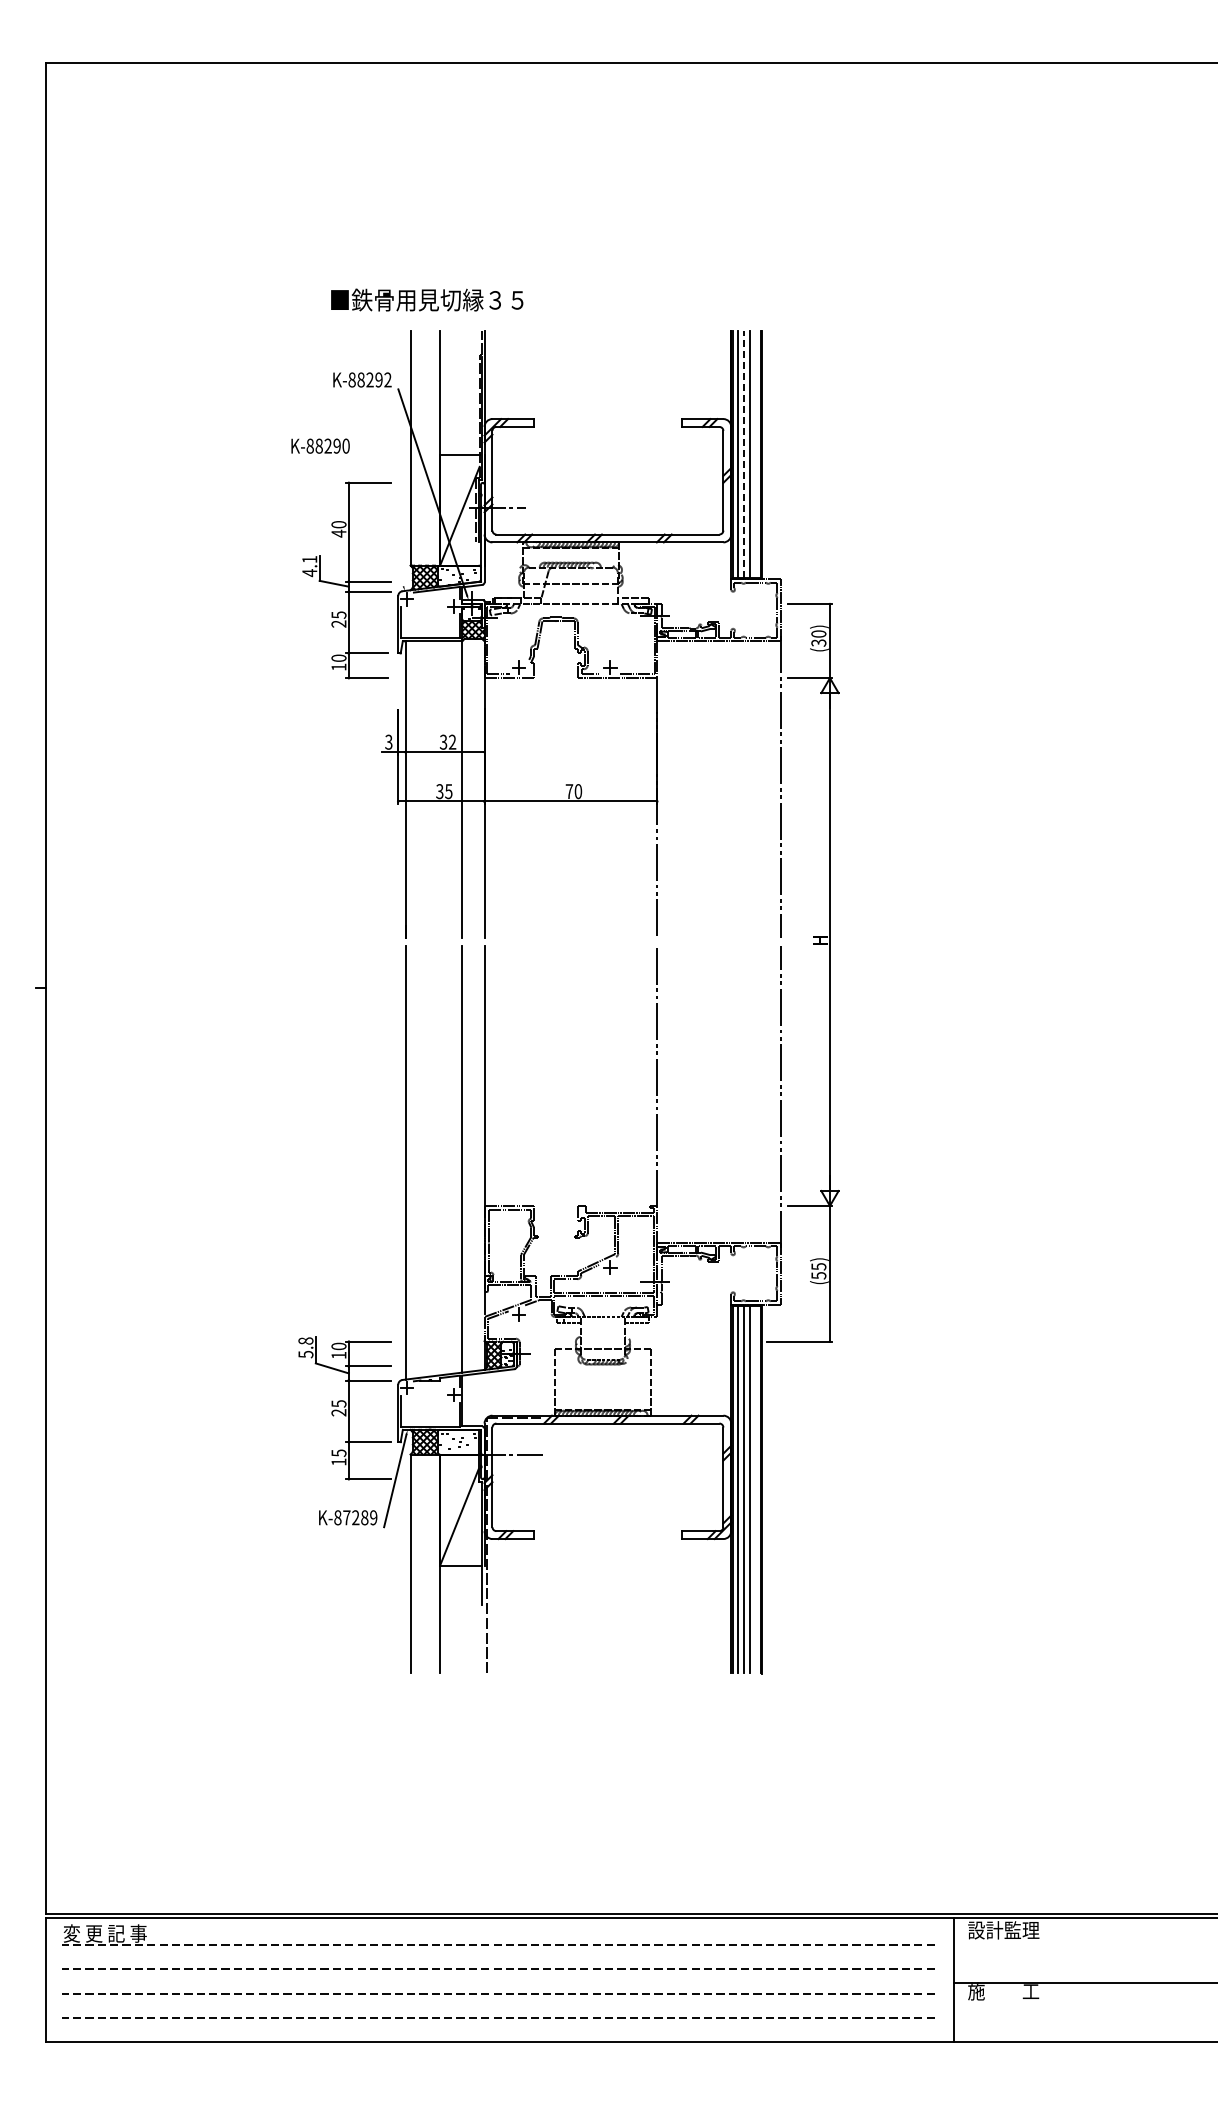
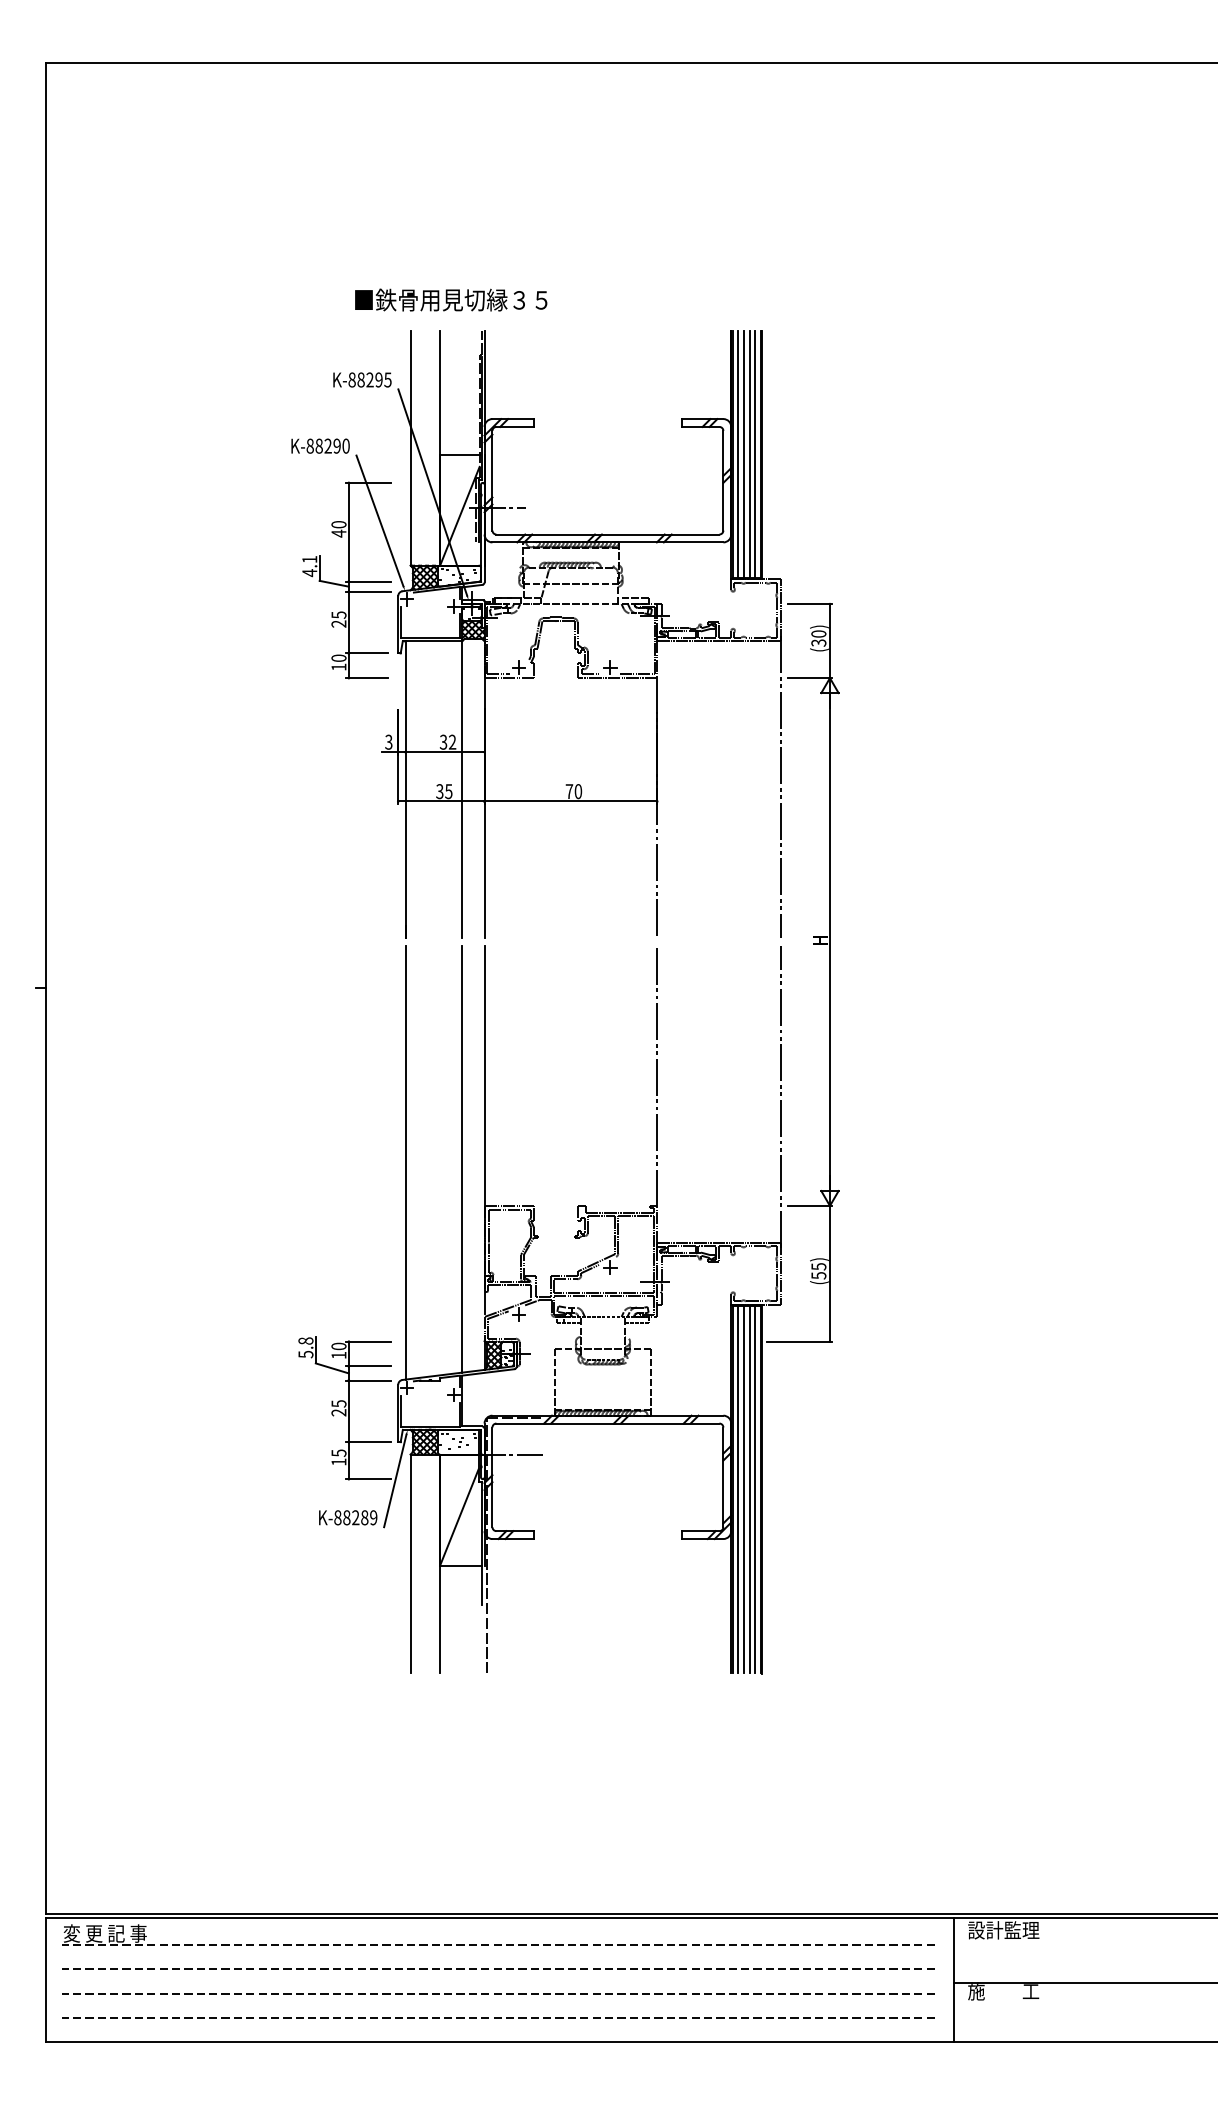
text at (427, 299) position: (427, 299) -> (451, 299)
text at (387, 379): K-88292 -> K-88295
line at (743, 454): dashed -> solid
line at (755, 454): none -> present
line at (379, 520): none -> present
line at (755, 1489): none -> present
text at (346, 1517): K-87289 -> K-88289
